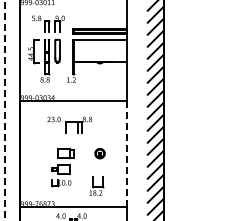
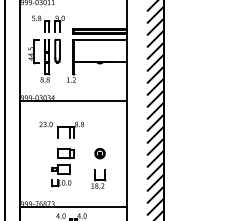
line at (4, 110): dashed -> solid
part at (69, 124) position: (69, 124) -> (61, 129)
line at (126, 154): dashed -> solid
part at (96, 185) position: (96, 185) -> (98, 178)
